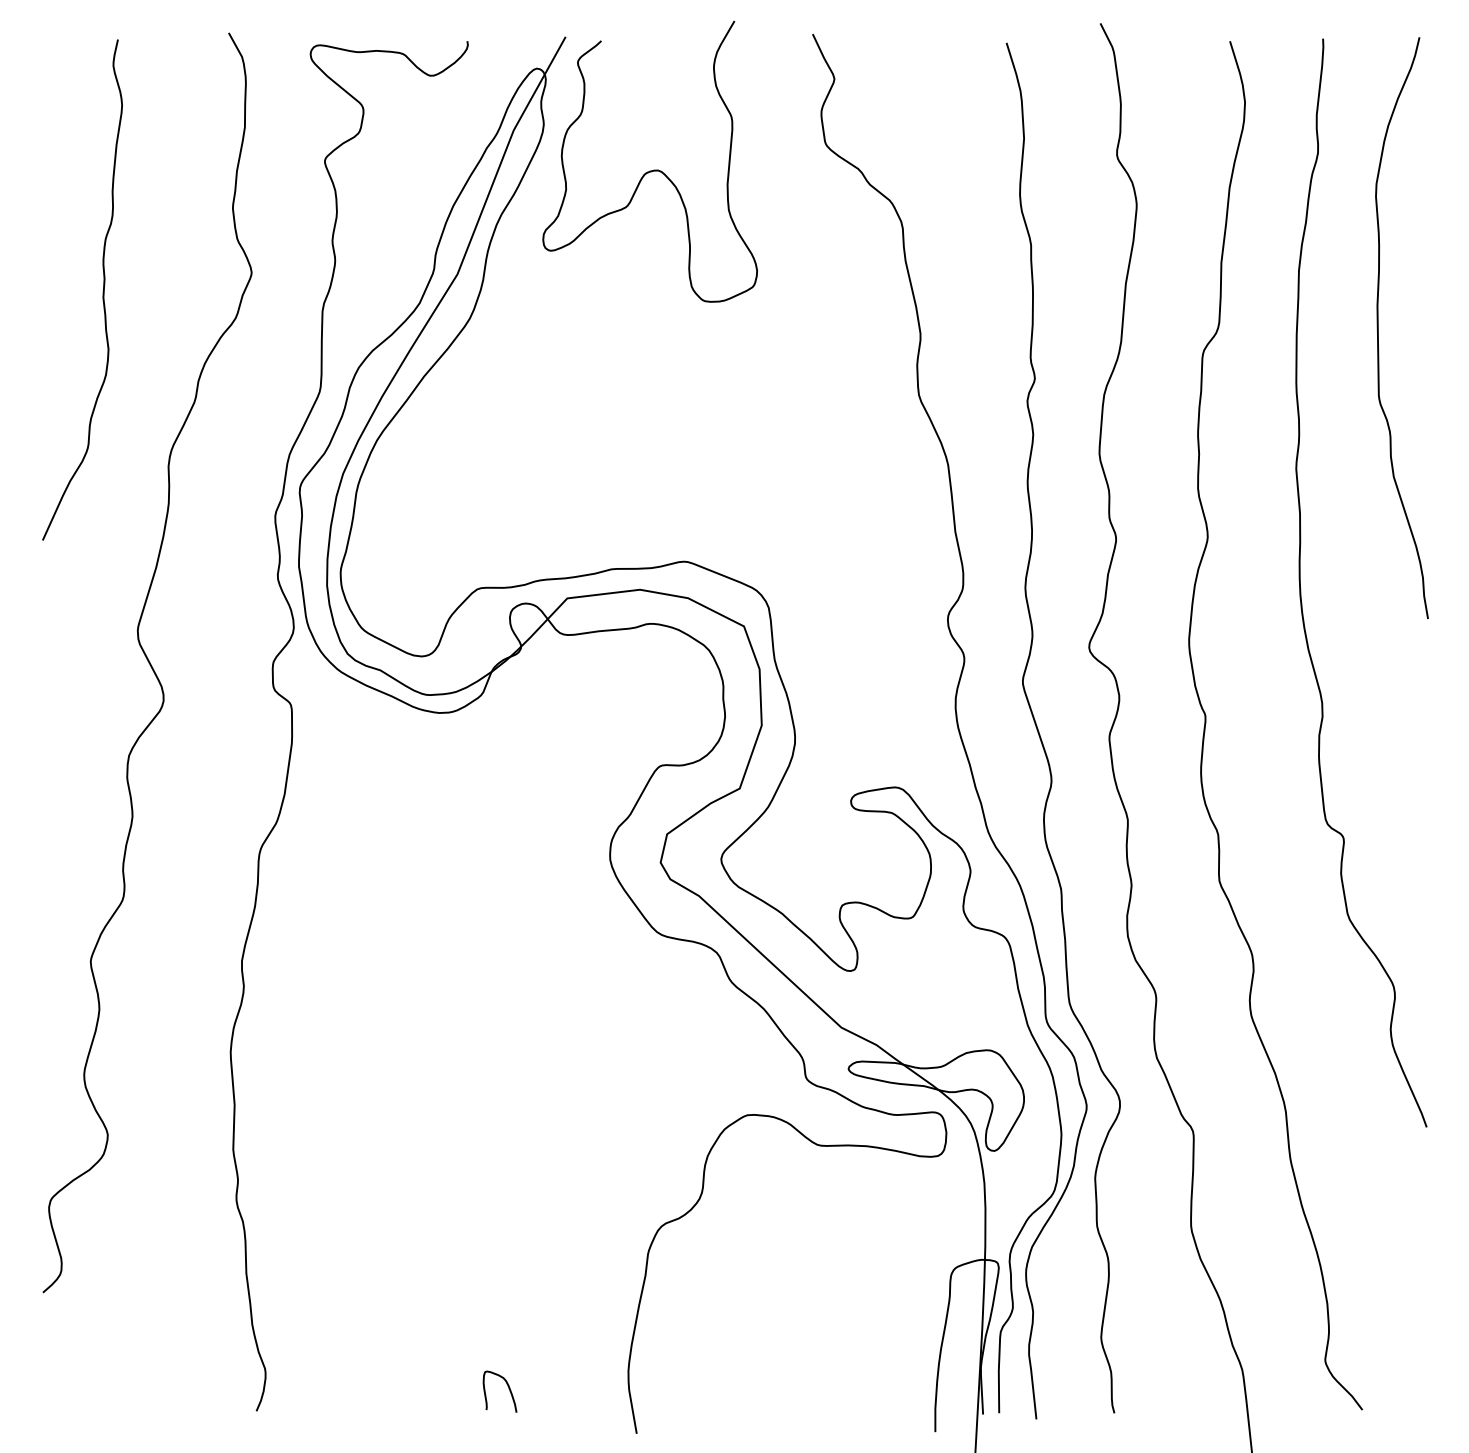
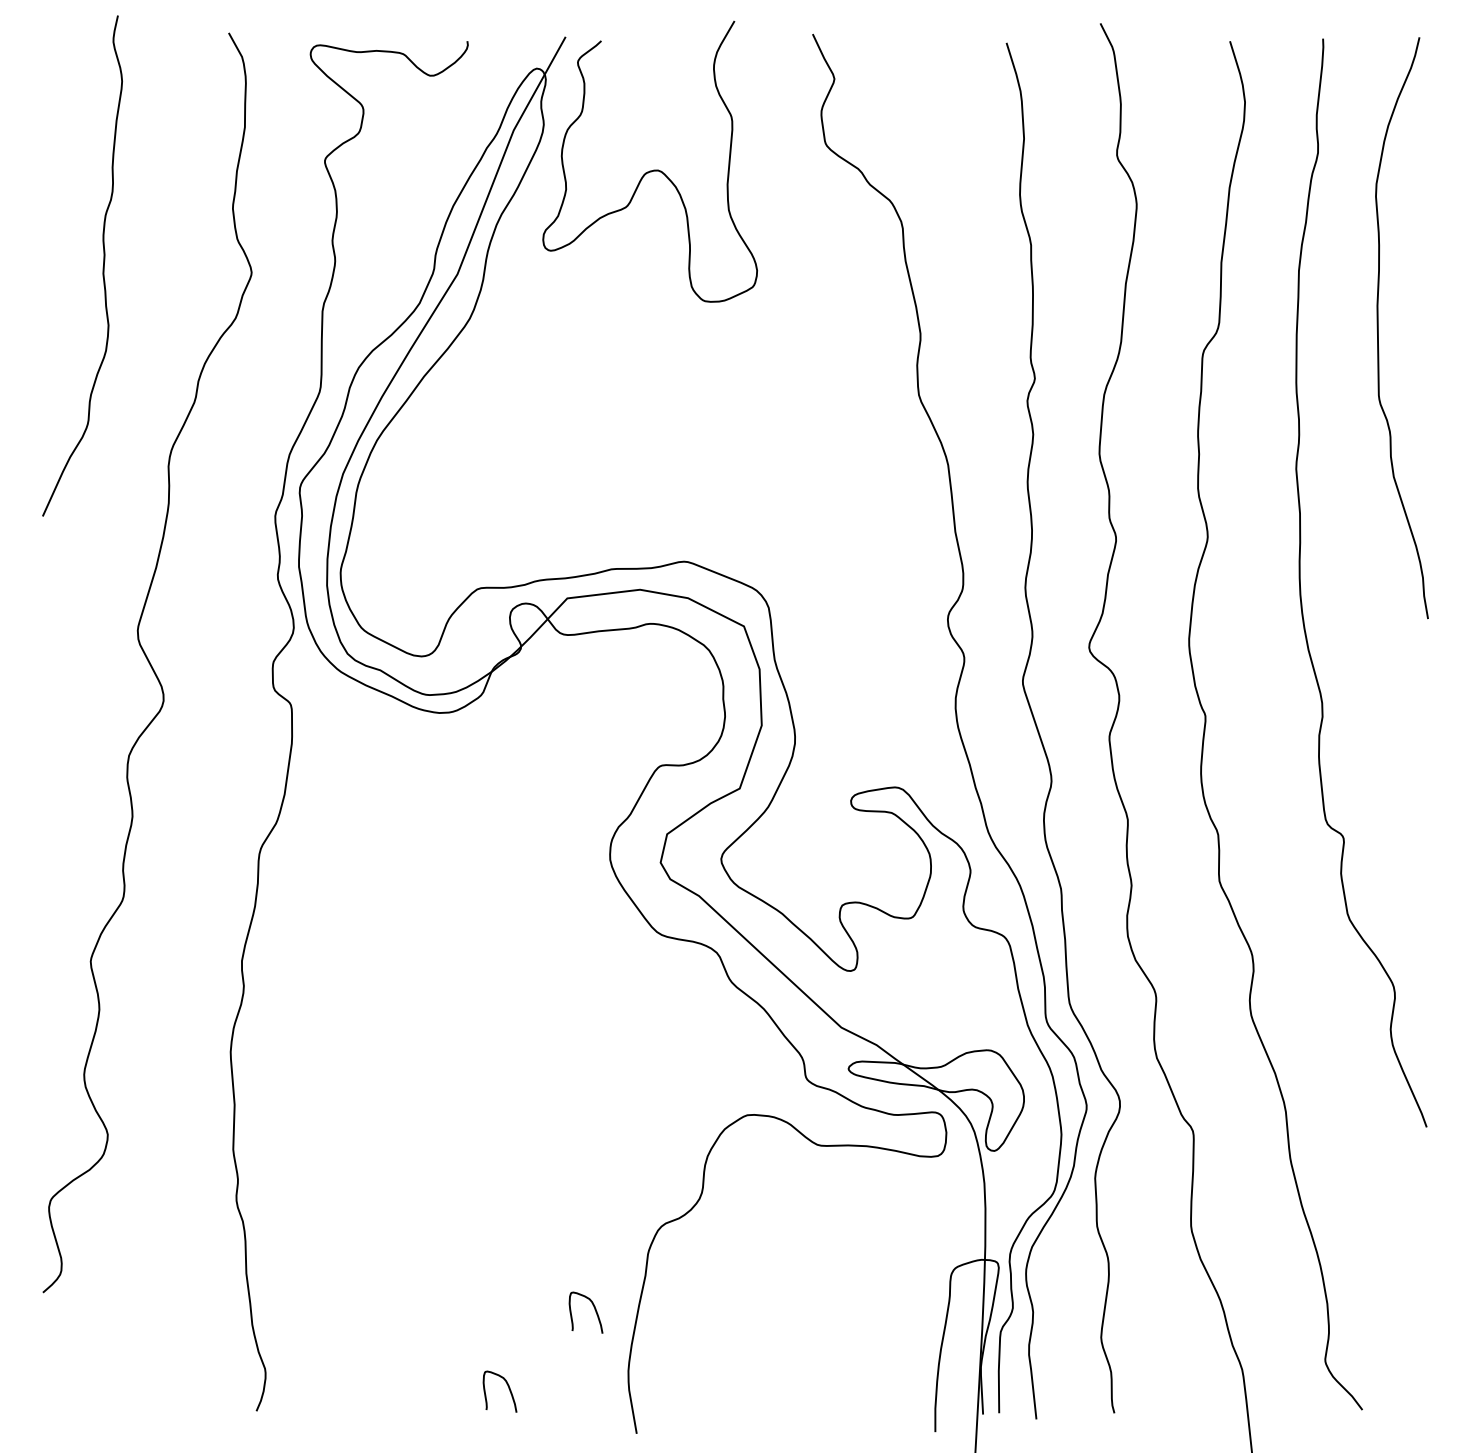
curve at (102, 291) position: (102, 291) -> (102, 267)
curve at (593, 1307): none -> present
